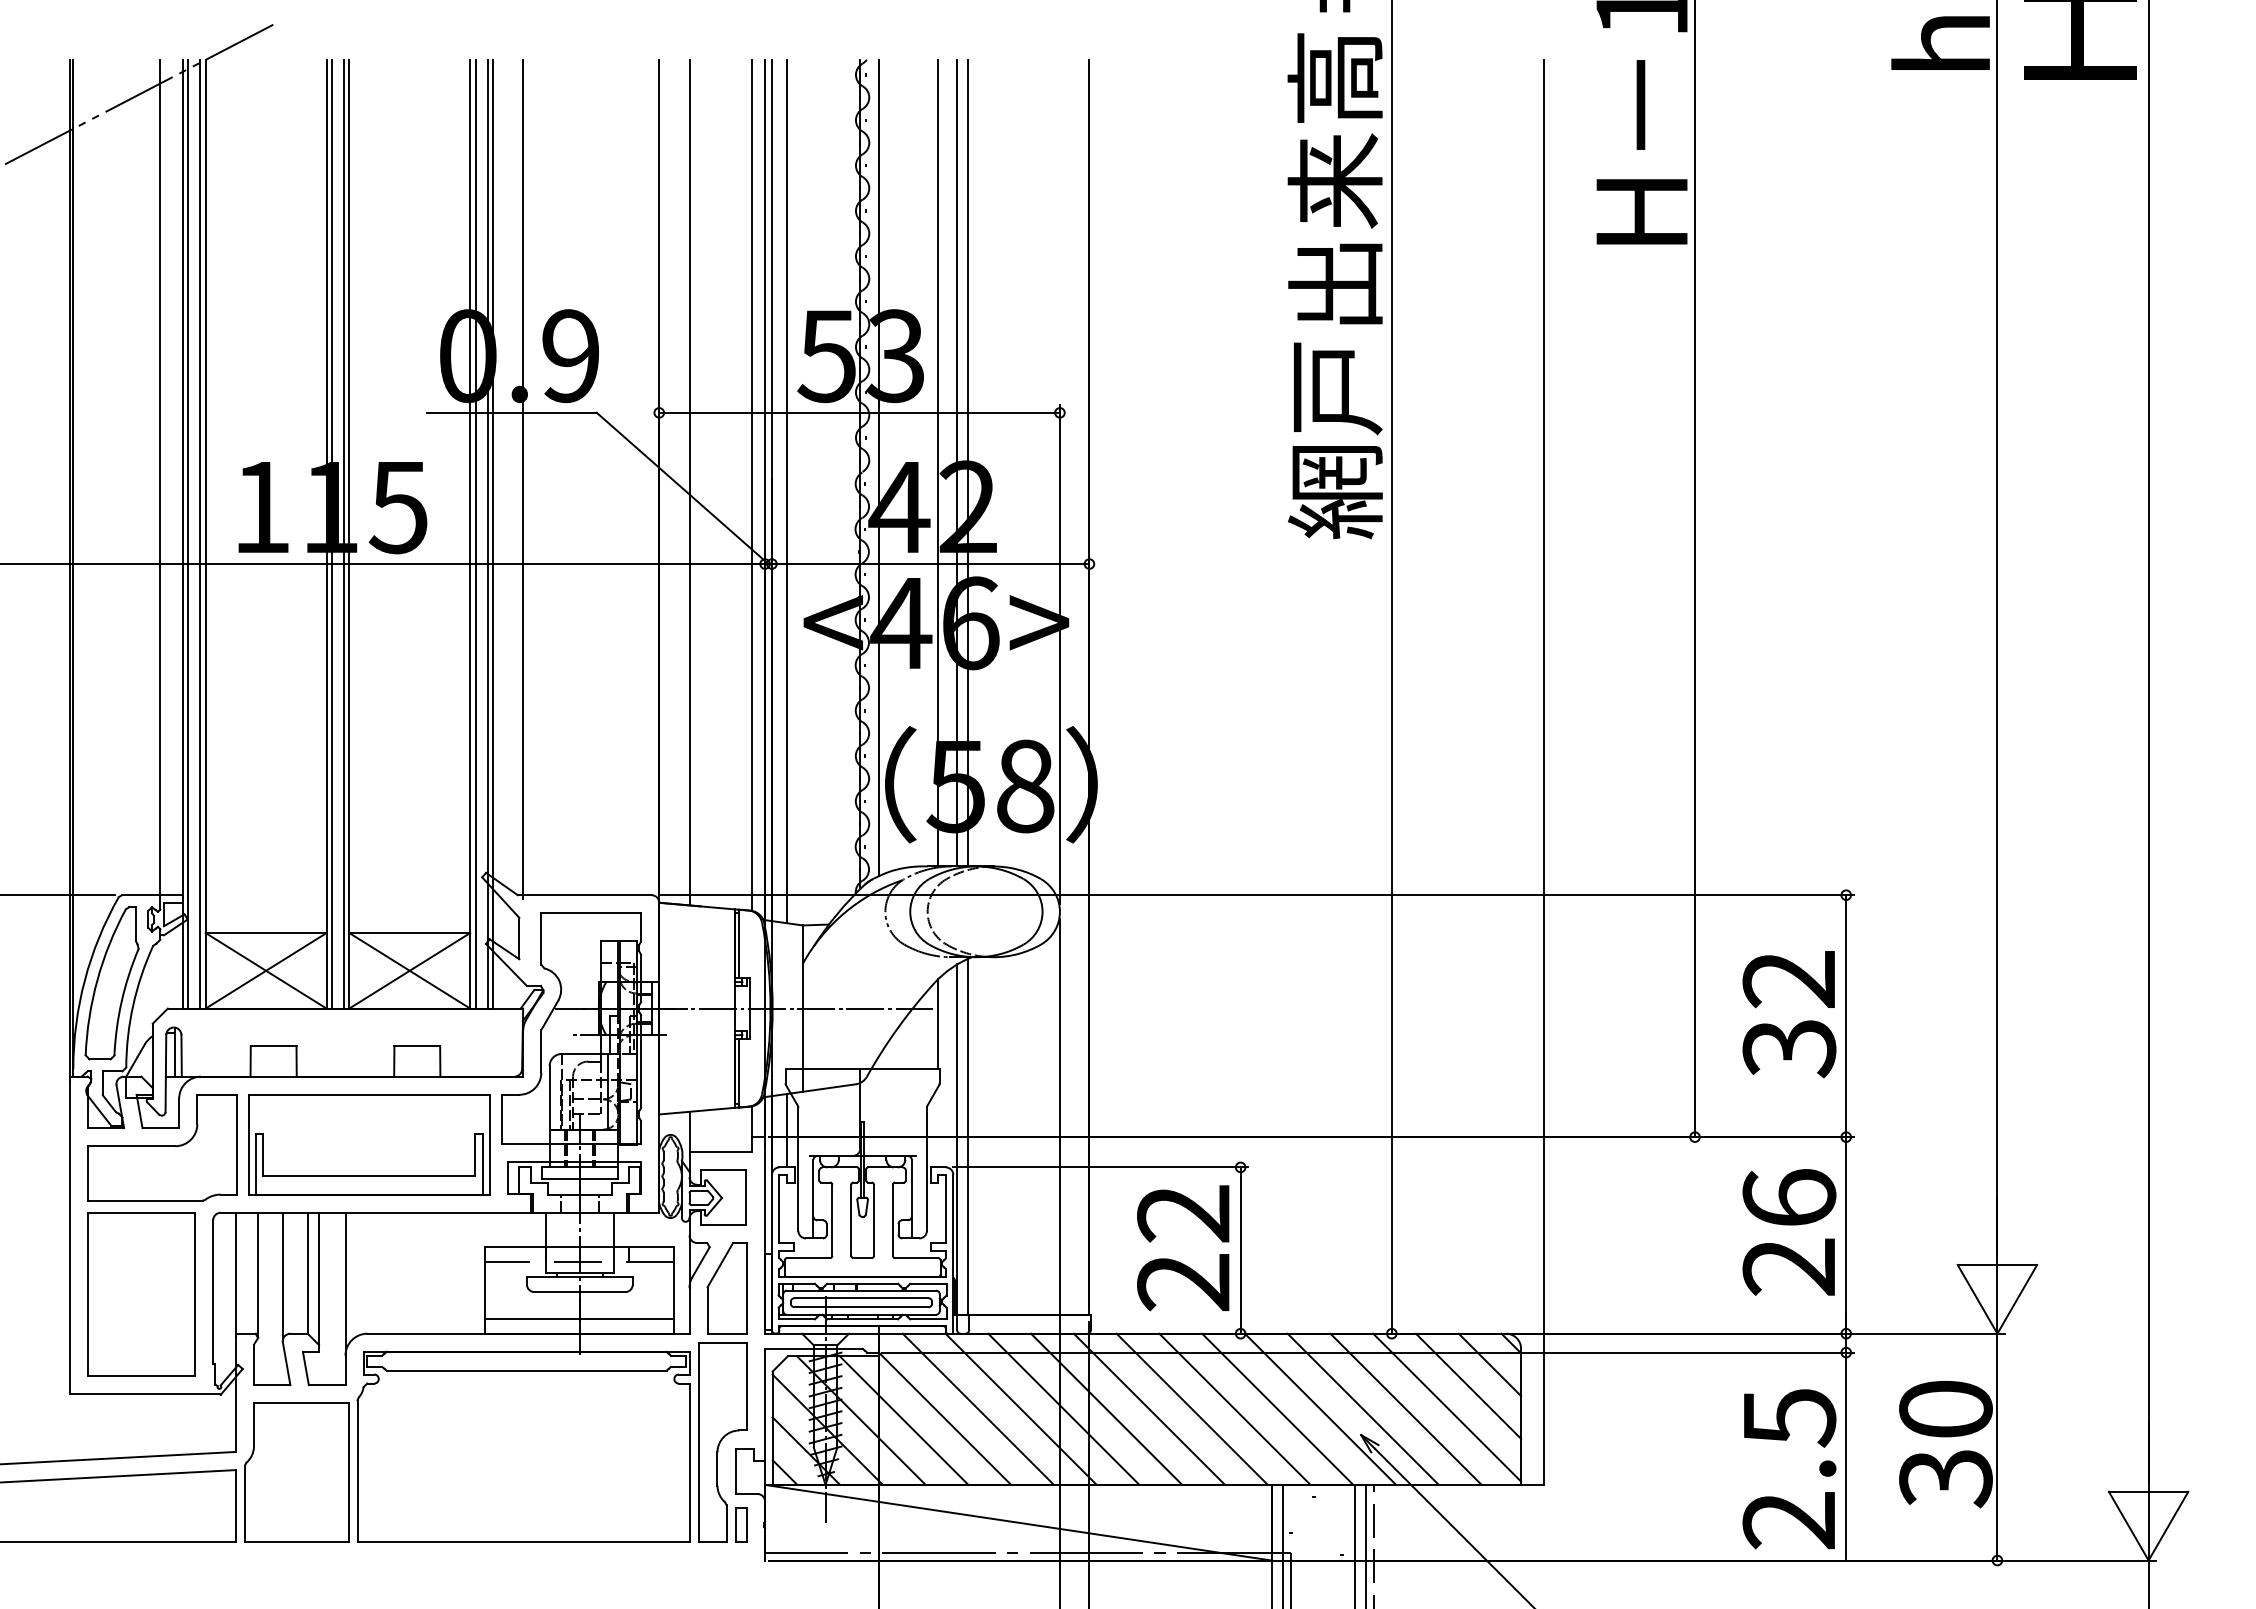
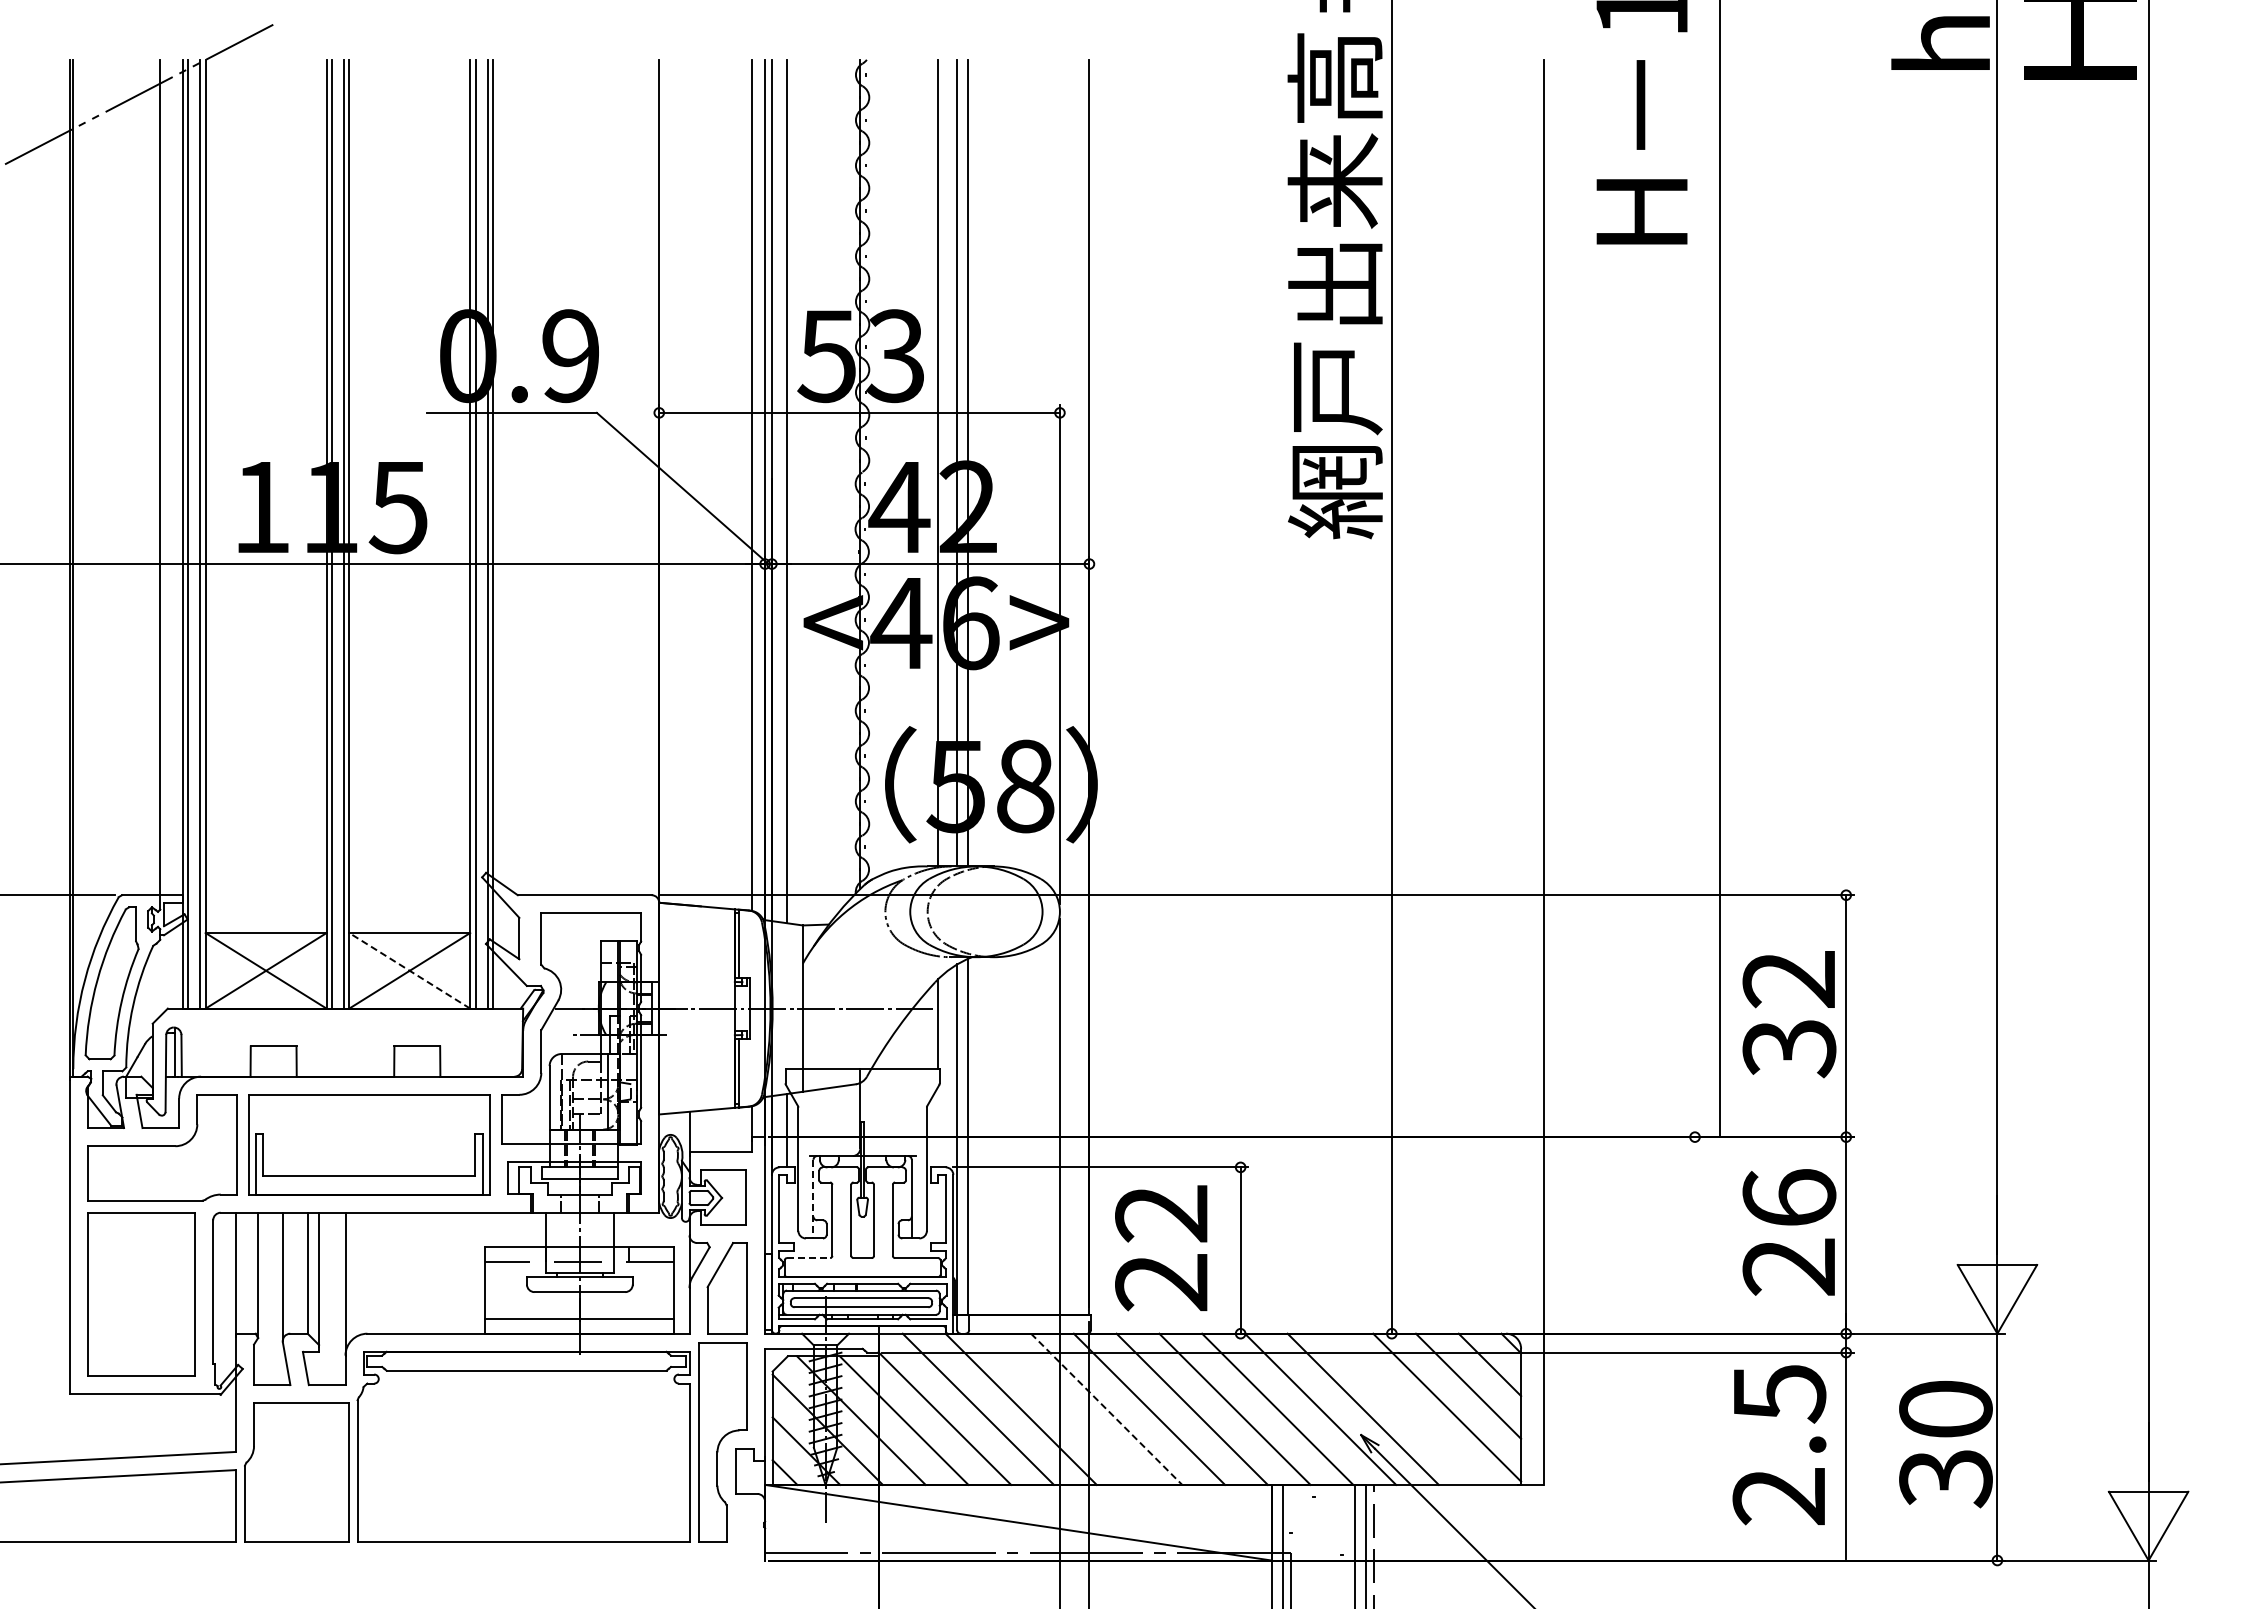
line at (878, 467): present -> none
line at (523, 479): present -> none
line at (689, 482): present -> none
line at (1695, 569) position: (1695, 569) -> (1720, 569)
line at (409, 970): solid -> dashed
line at (813, 1199): solid -> dashed
text at (1183, 1248) position: (1183, 1248) -> (1161, 1248)
line at (808, 1258): solid -> dashed
line at (1063, 1408): present -> none
line at (1405, 1408): present -> none
line at (1106, 1409): solid -> dashed
text at (1789, 1469) position: (1789, 1469) -> (1779, 1445)
part at (741, 1524): present -> none
